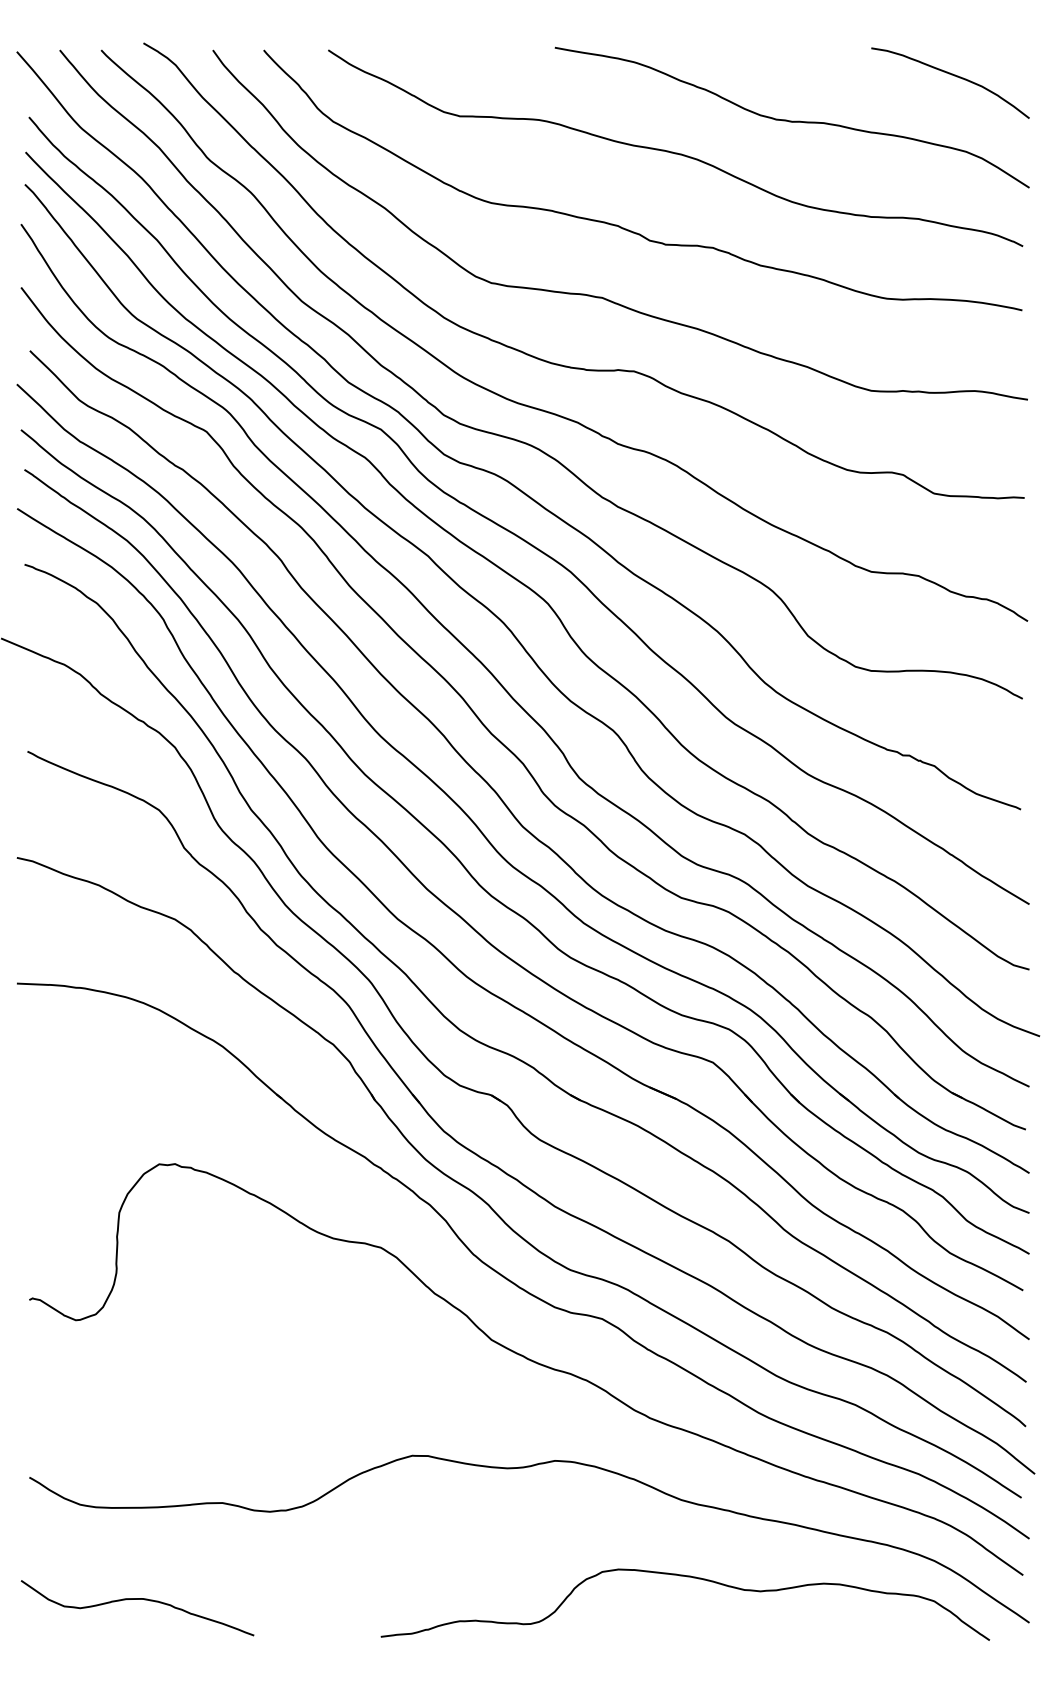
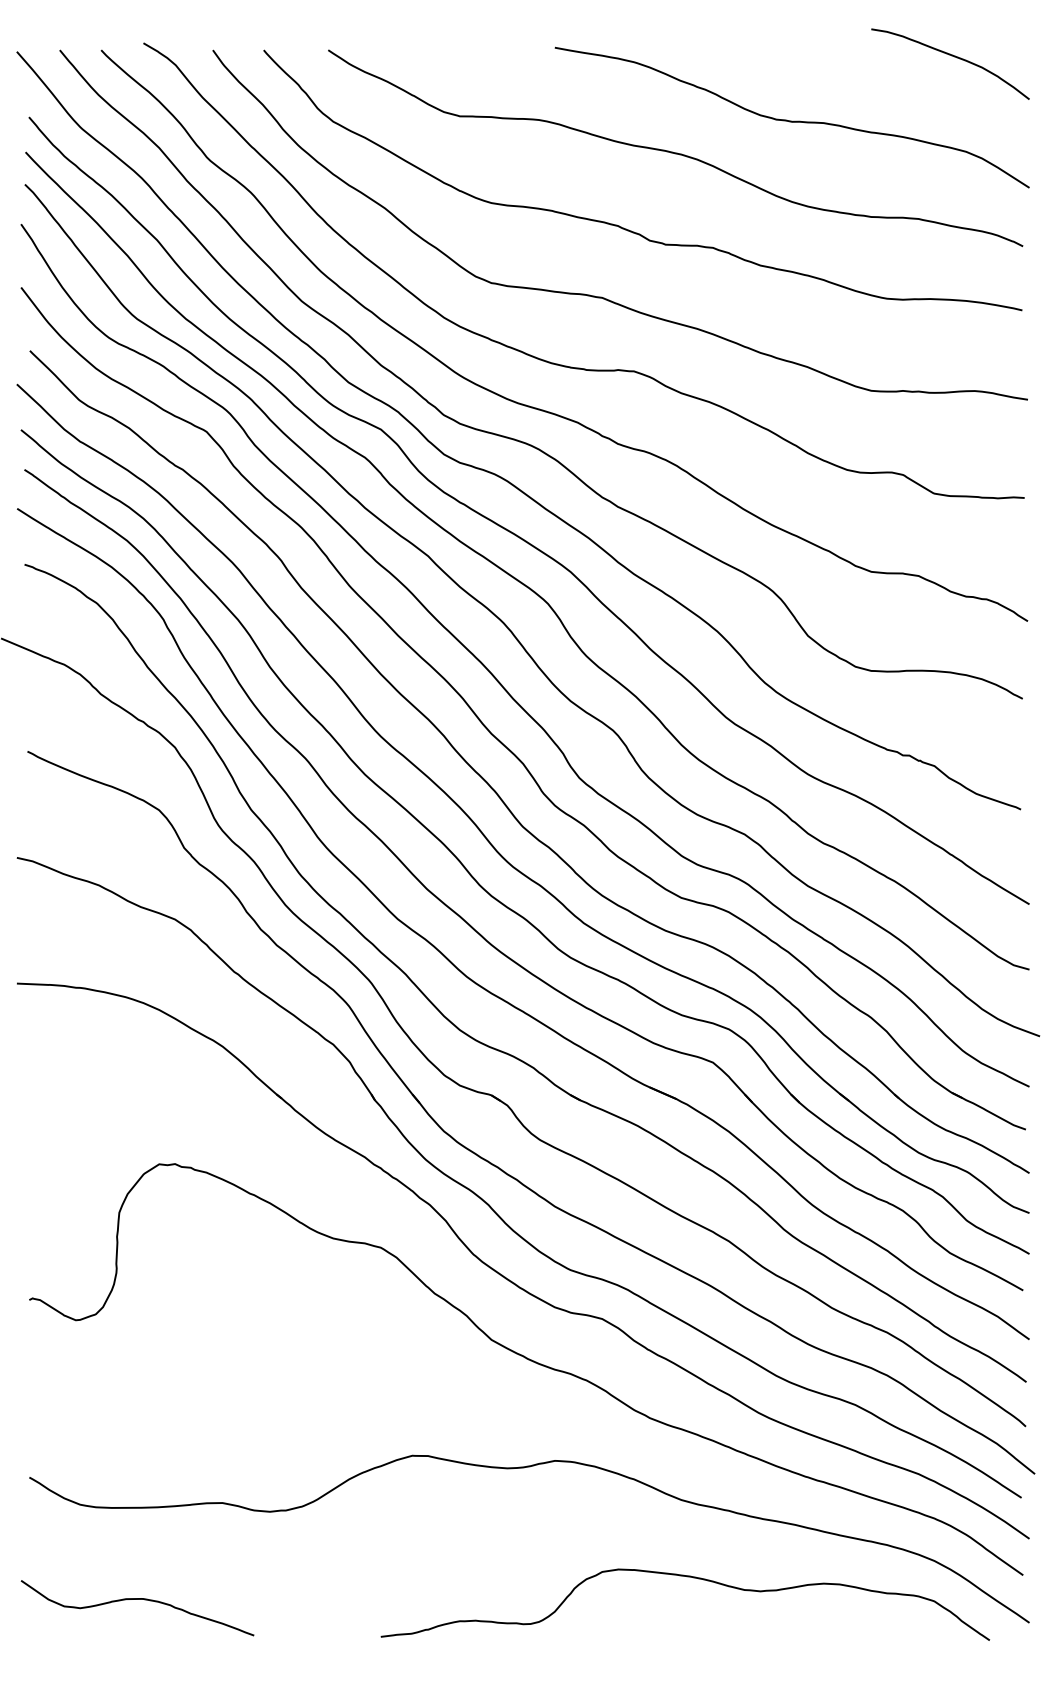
curve at (951, 75) position: (951, 75) -> (951, 56)
